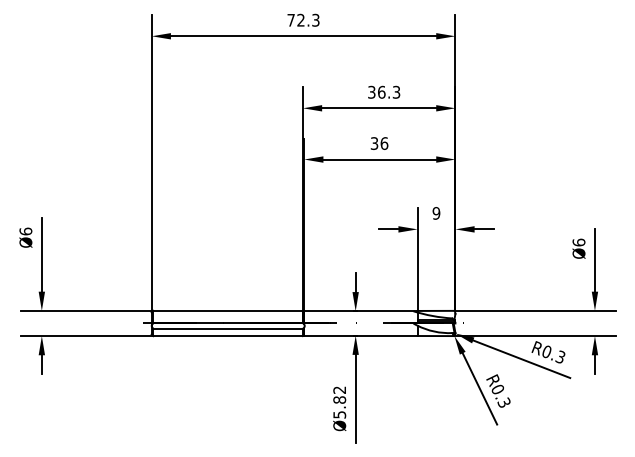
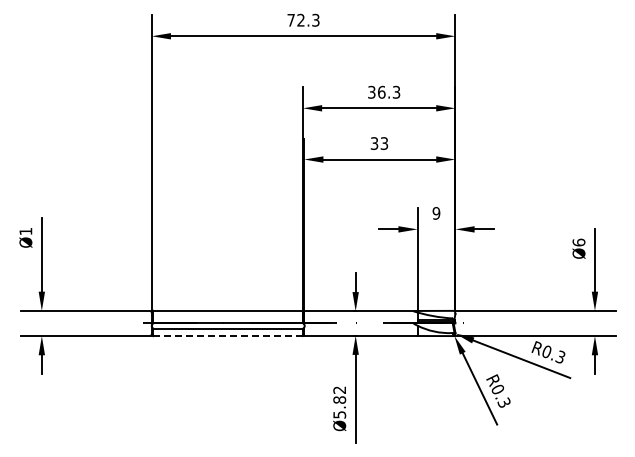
text at (384, 143): 36 -> 33
text at (25, 231): Ø6 -> Ø1
line at (228, 336): solid -> dashed
